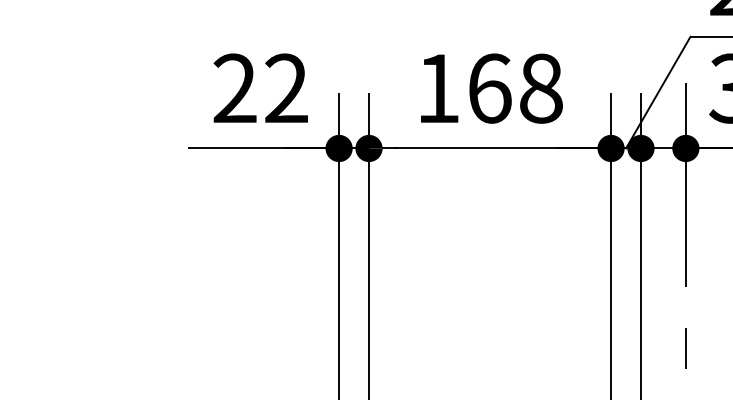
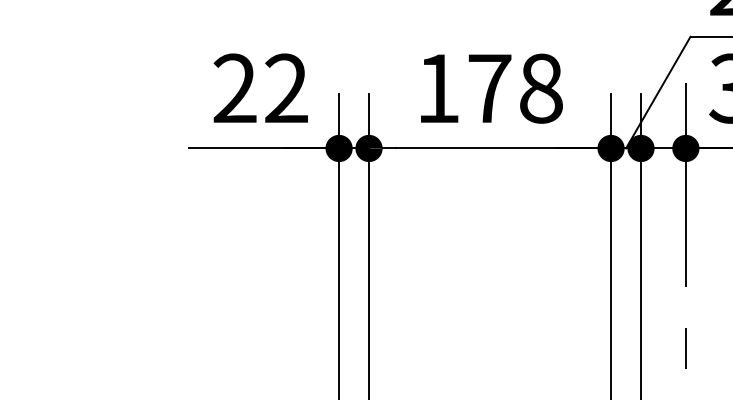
text at (489, 88): 168 -> 178
